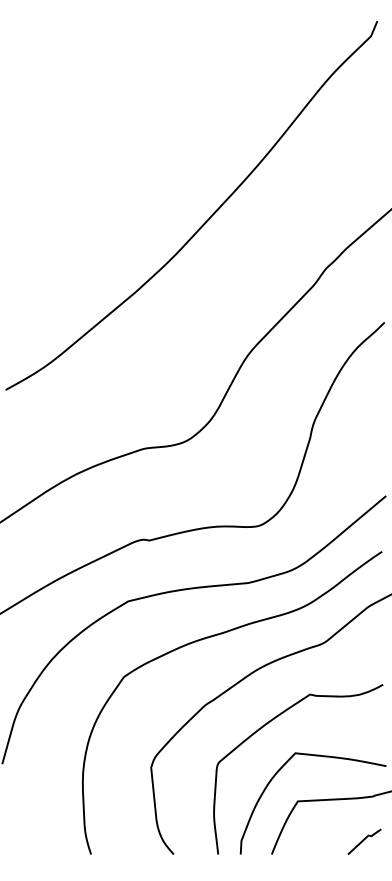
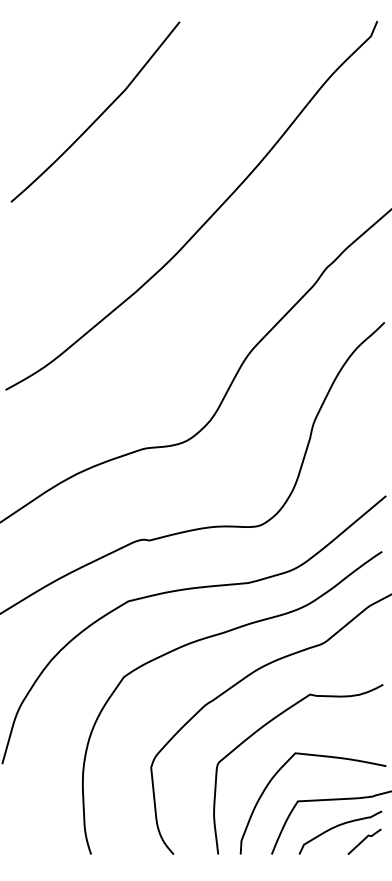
curve at (99, 115): none -> present
curve at (339, 826): none -> present
